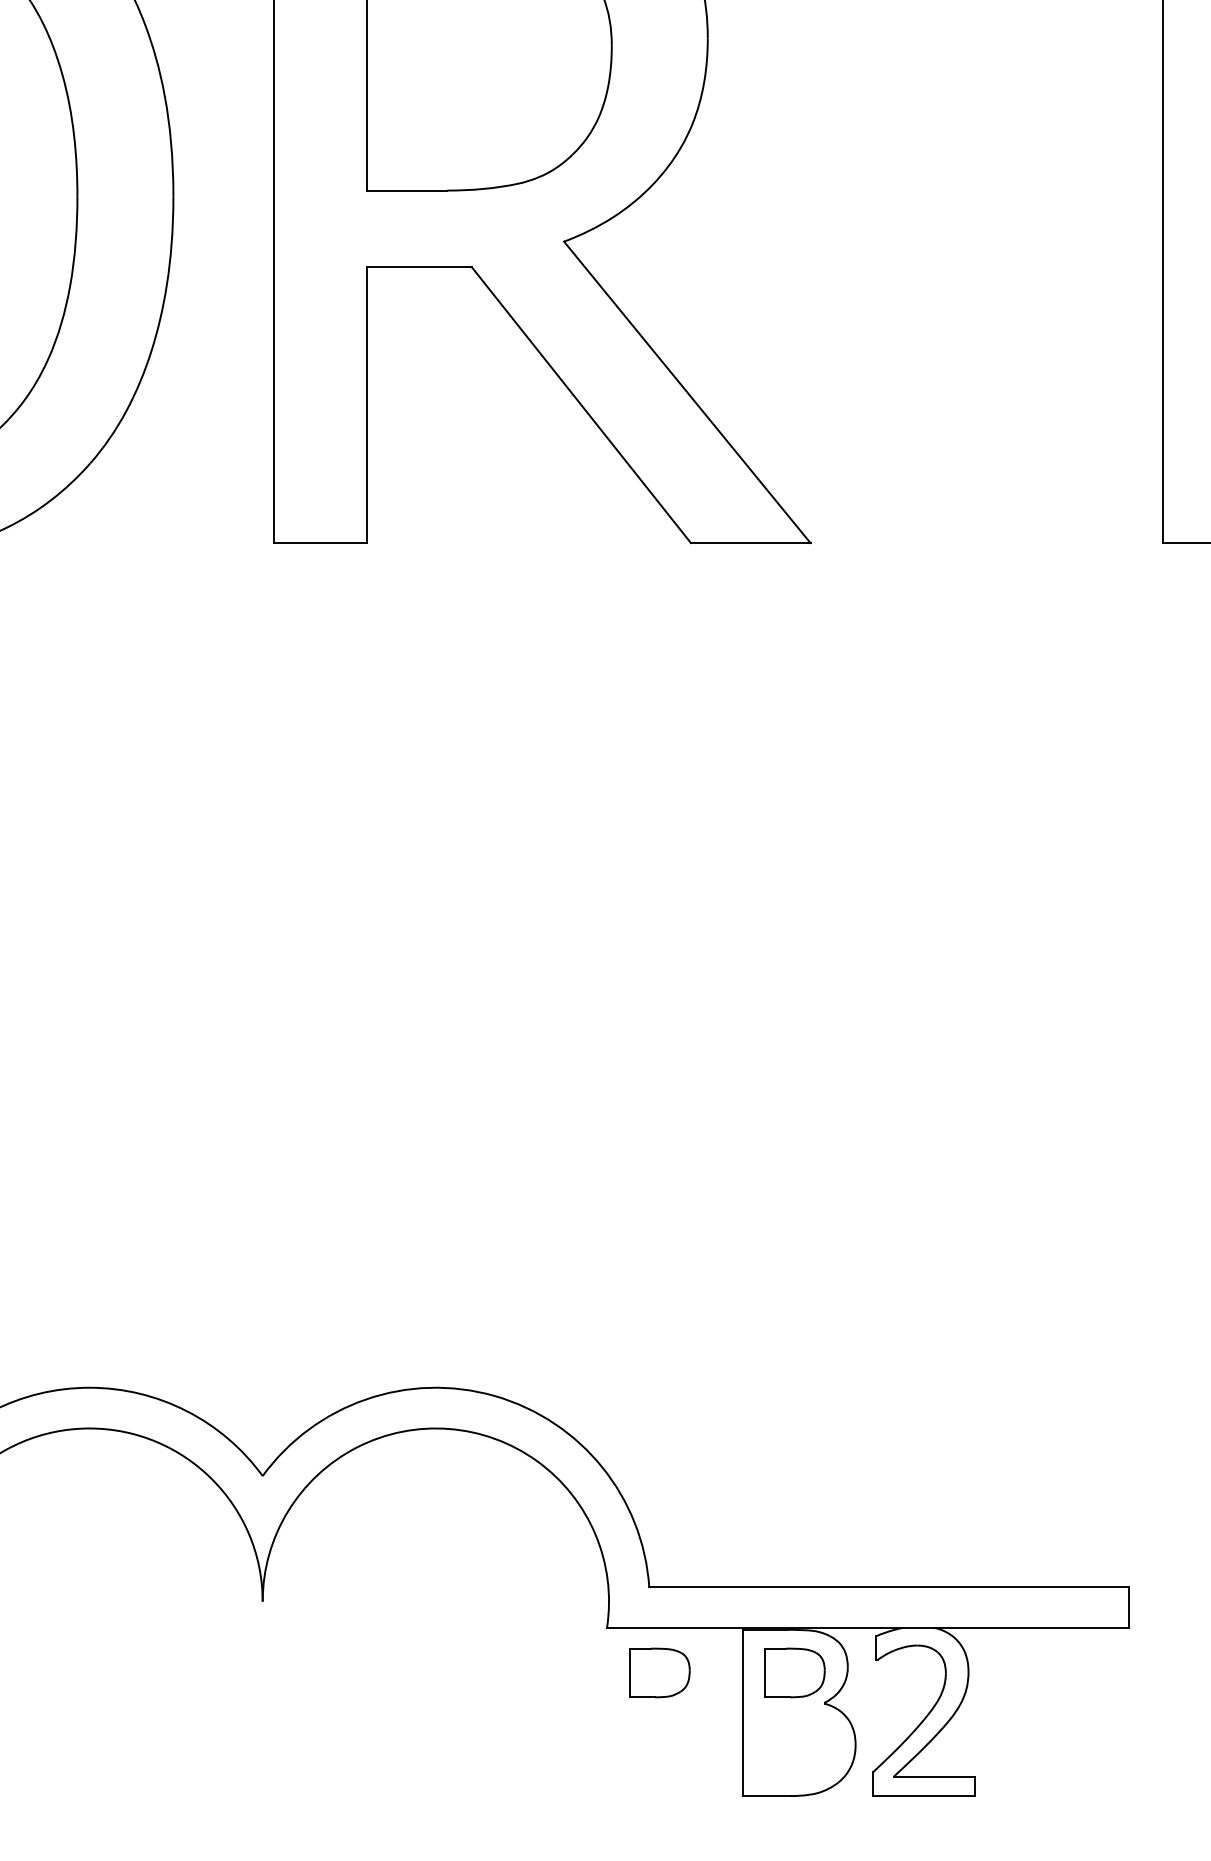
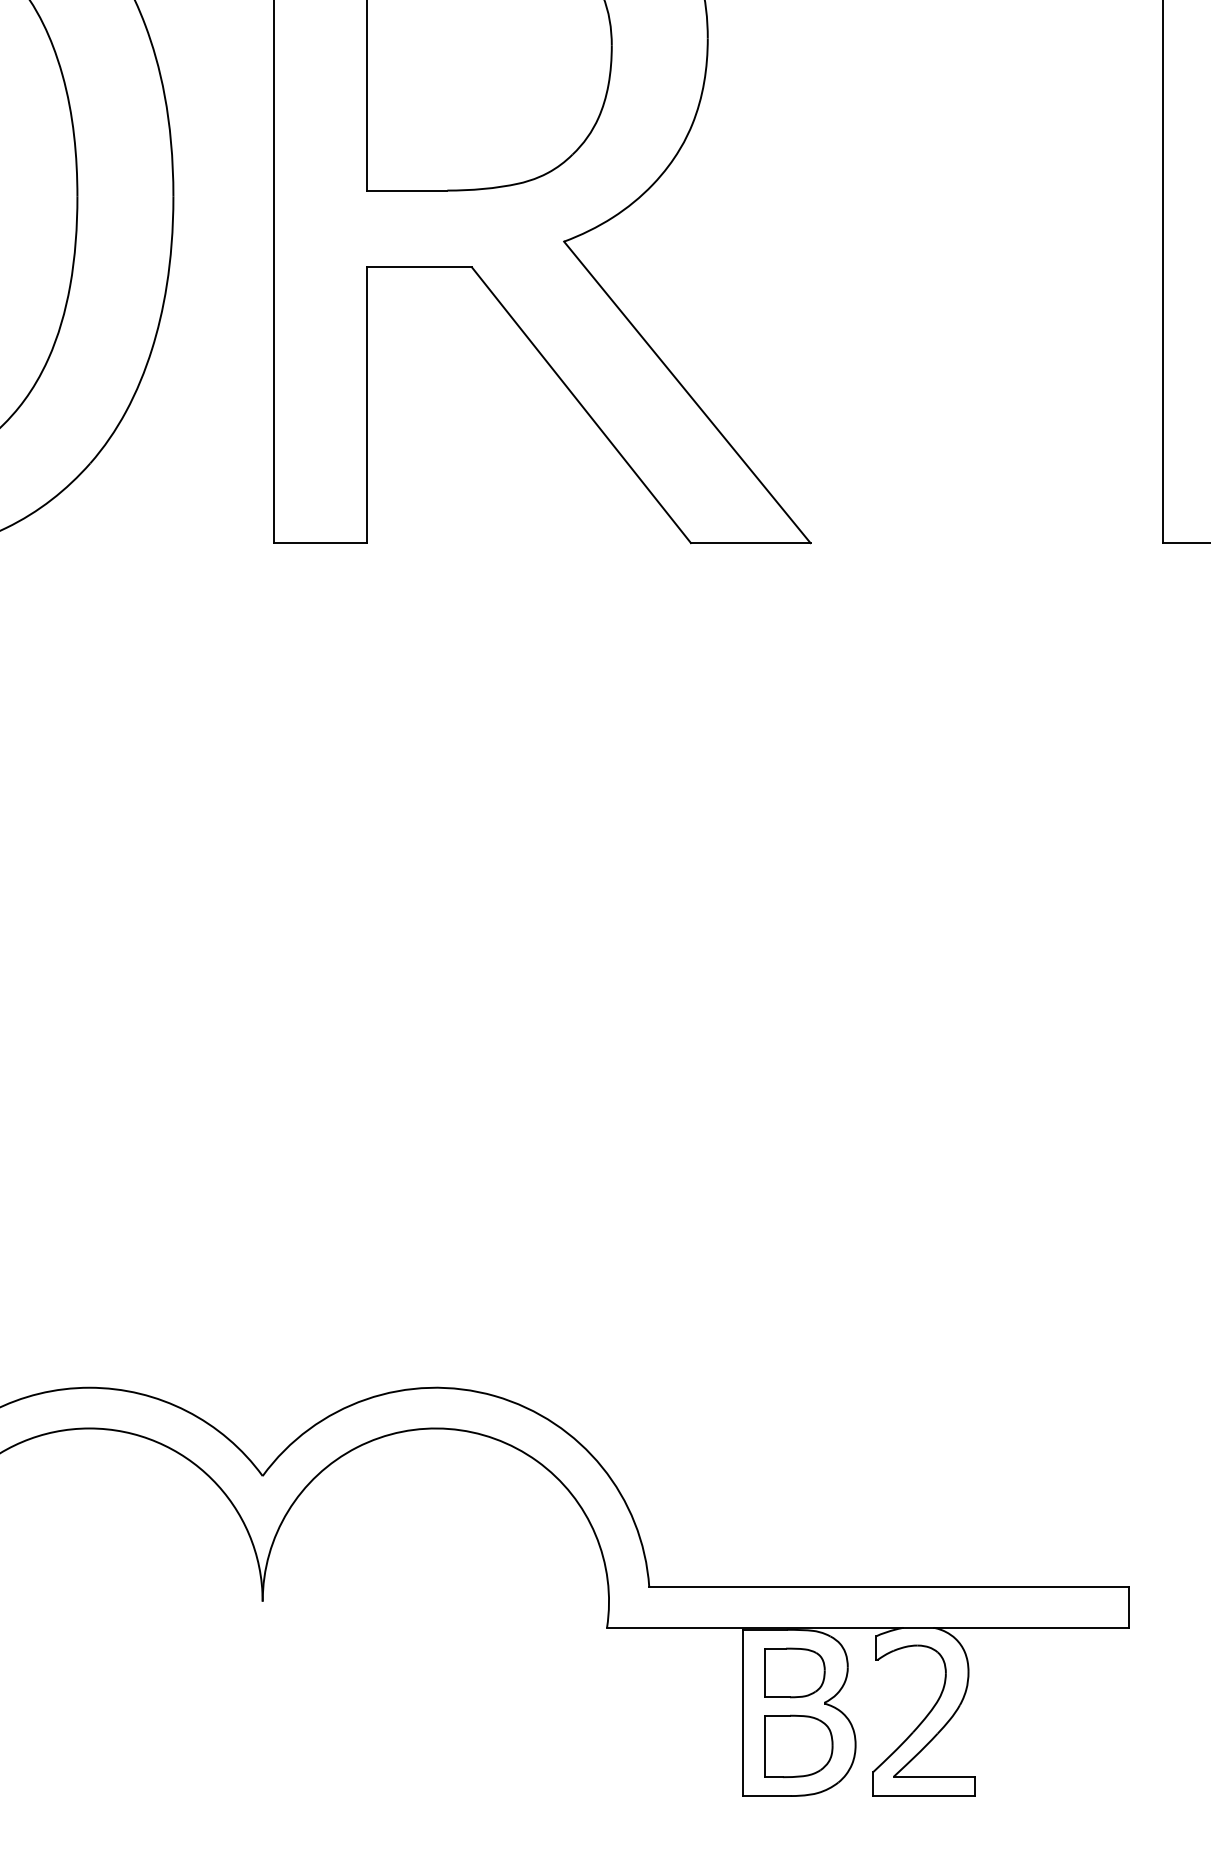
part at (659, 1672): present -> none
part at (798, 1746): none -> present
